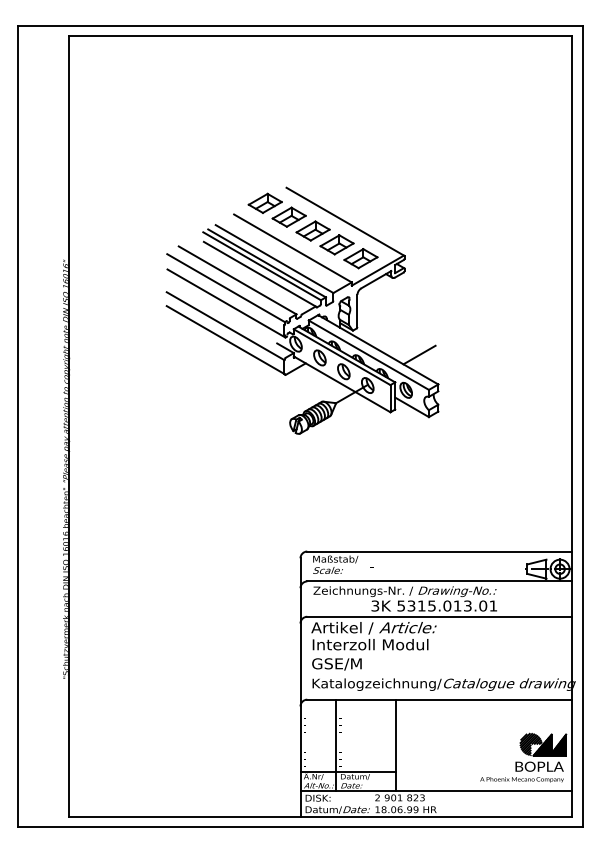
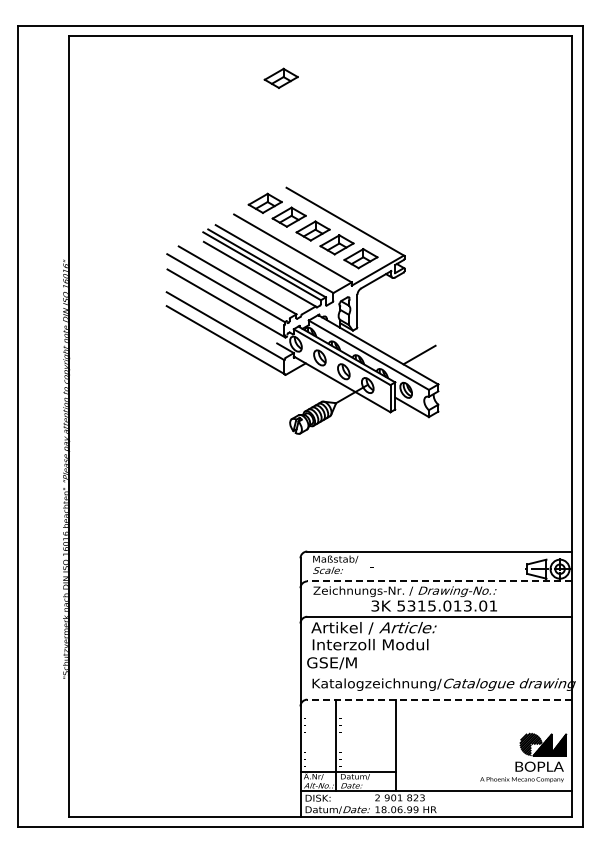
part at (280, 77): none -> present
line at (439, 581): solid -> dashed
text at (336, 664) position: (336, 664) -> (331, 663)
line at (439, 699): solid -> dashed
